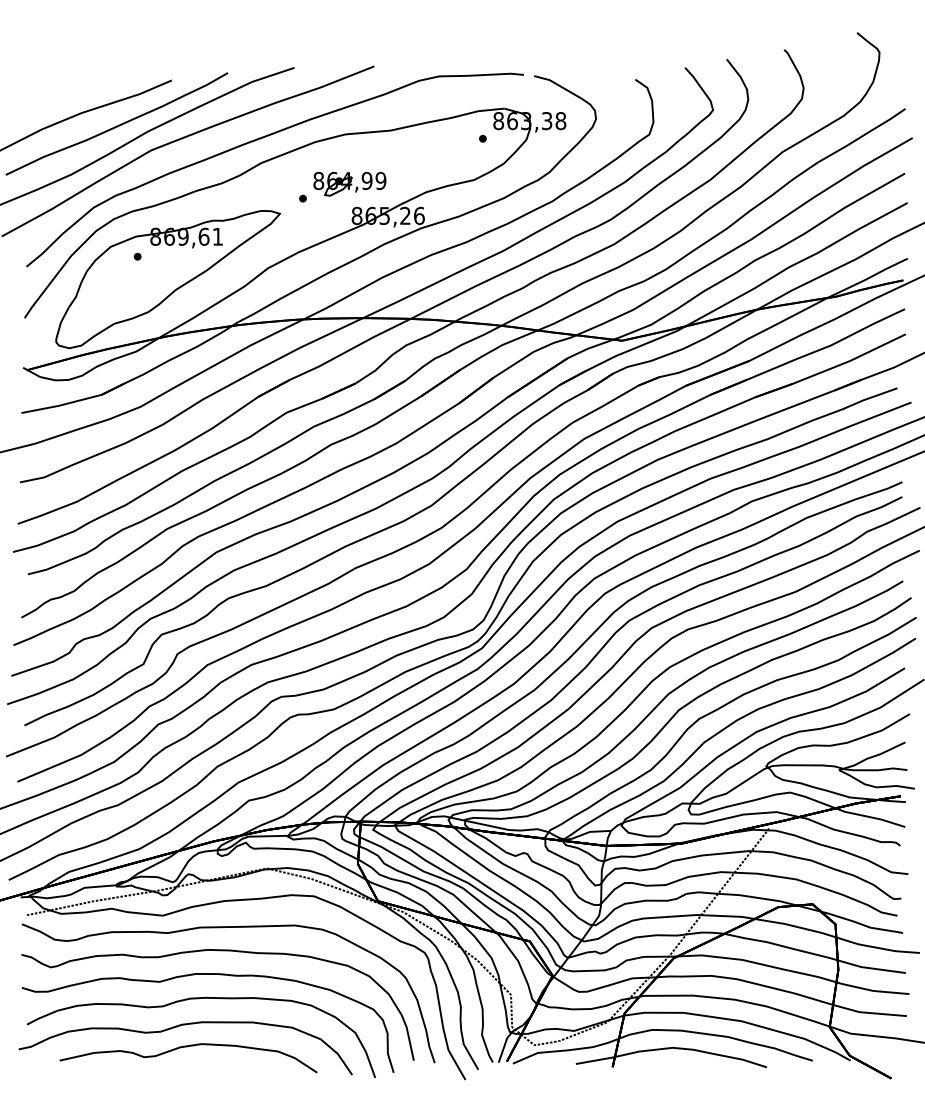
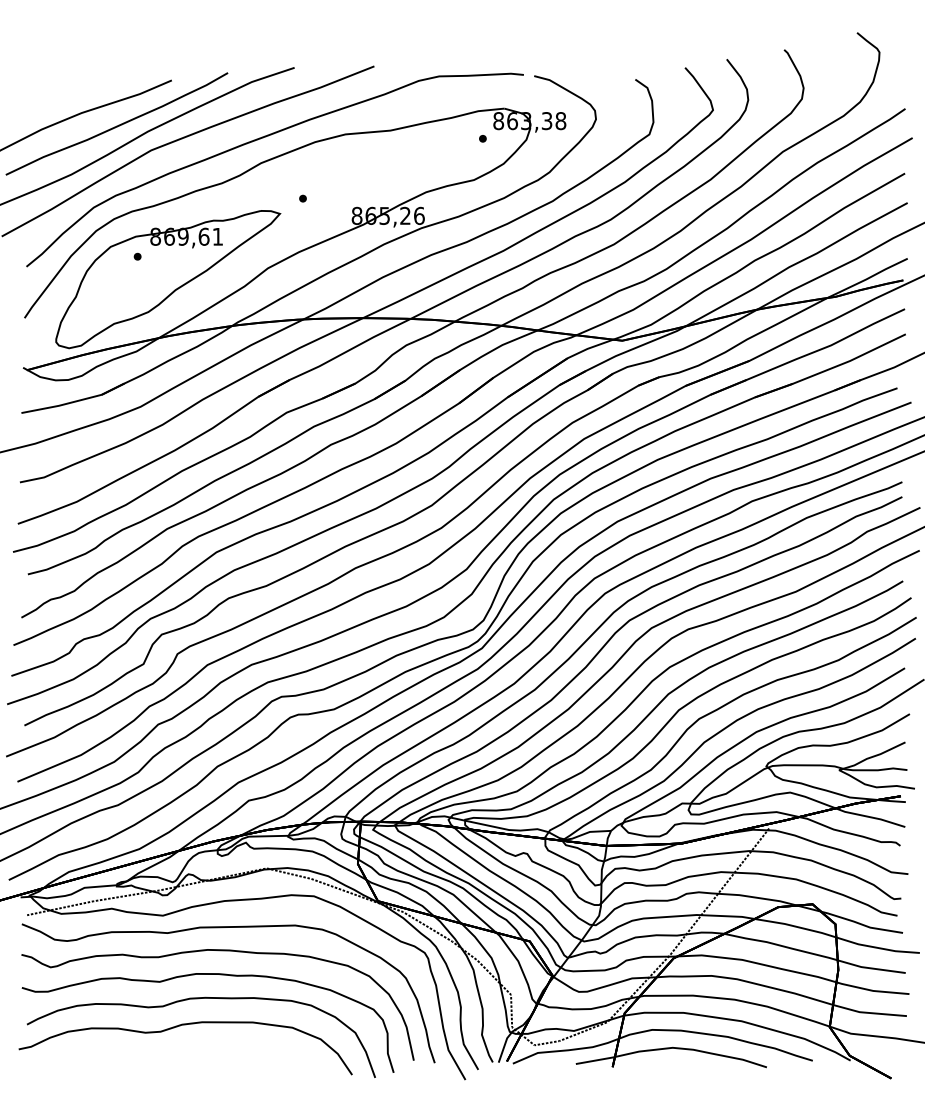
part at (349, 183): present -> none
curve at (187, 1047): present -> none
